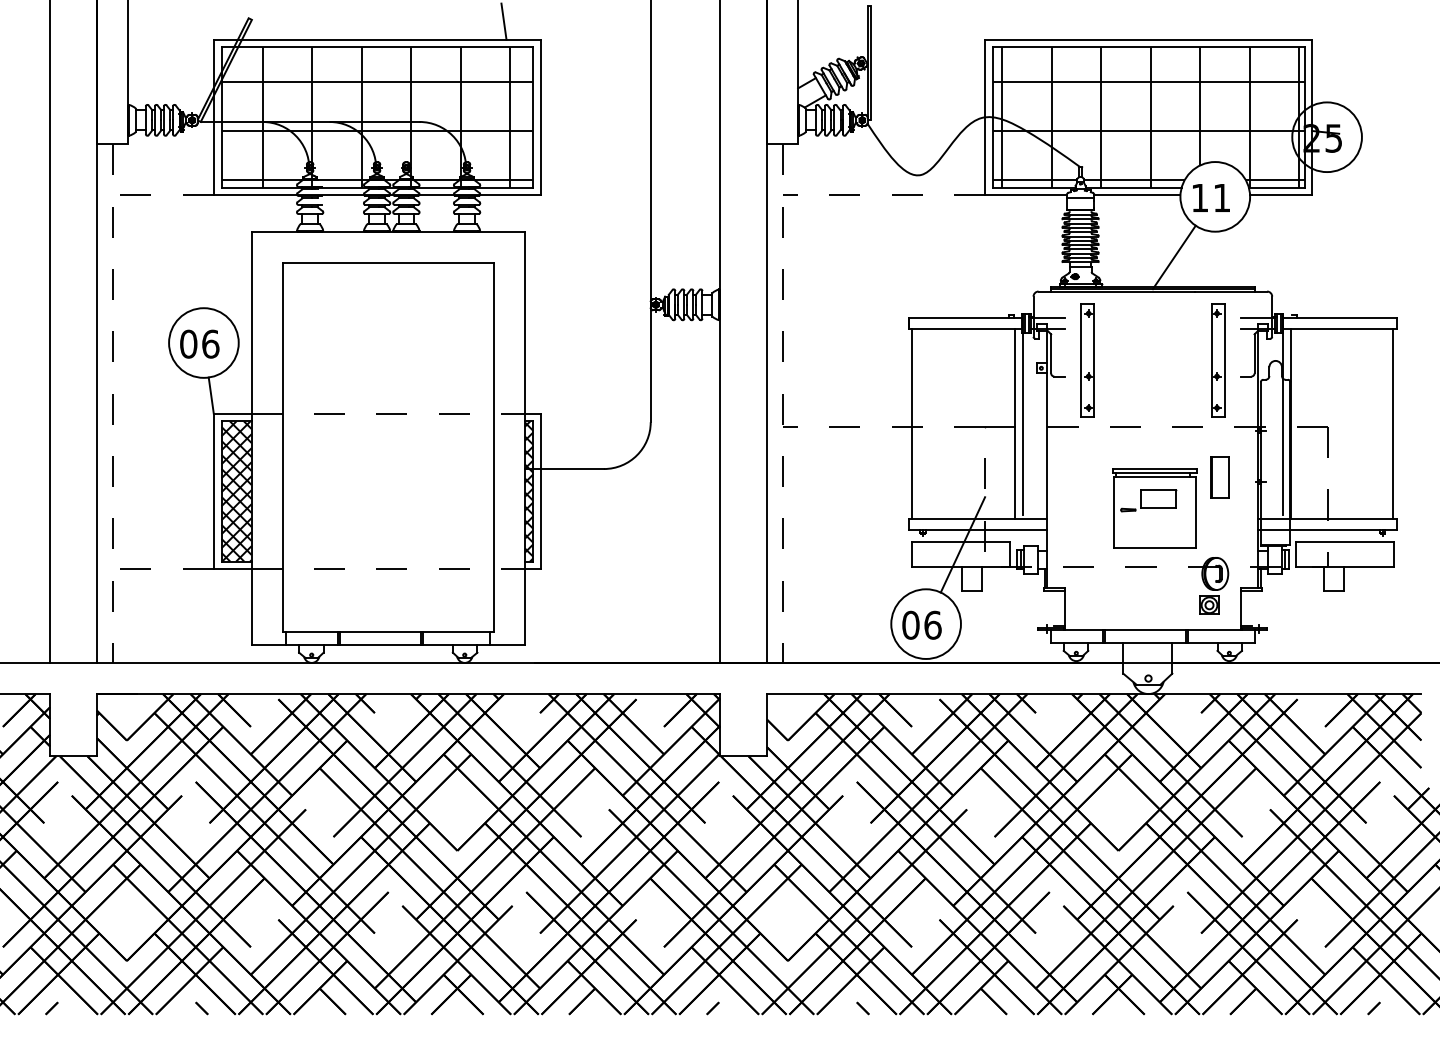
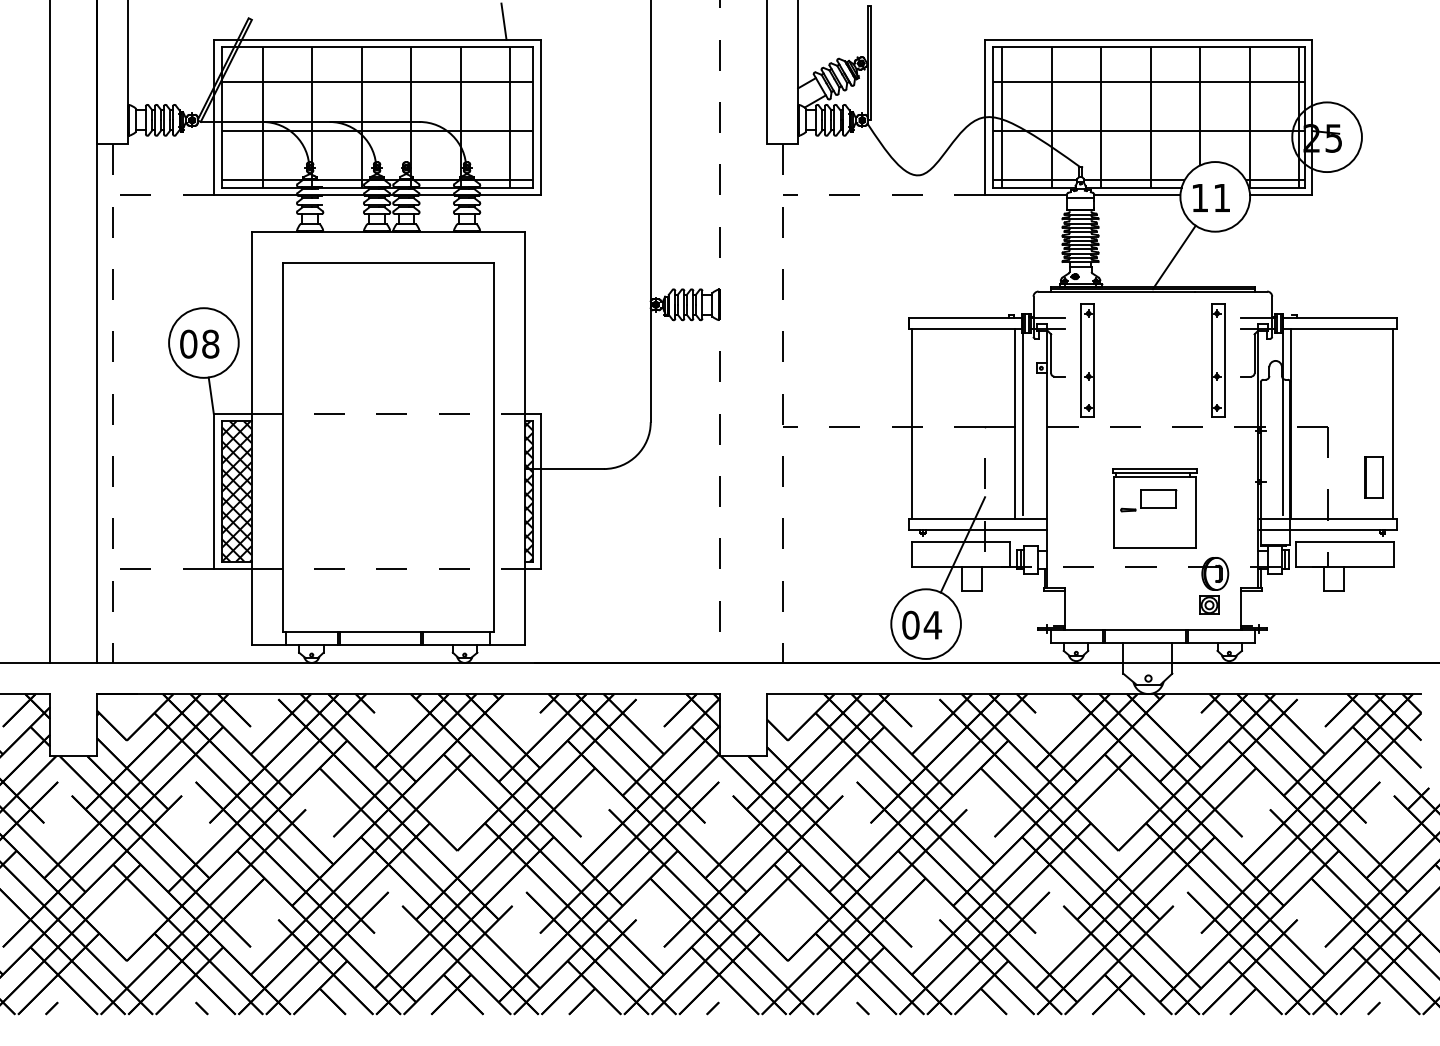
line at (720, 332): solid -> dashed
line at (766, 332): present -> none
text at (210, 343): 06 -> 08
part at (1219, 477) position: (1219, 477) -> (1373, 477)
text at (932, 624): 06 -> 04
